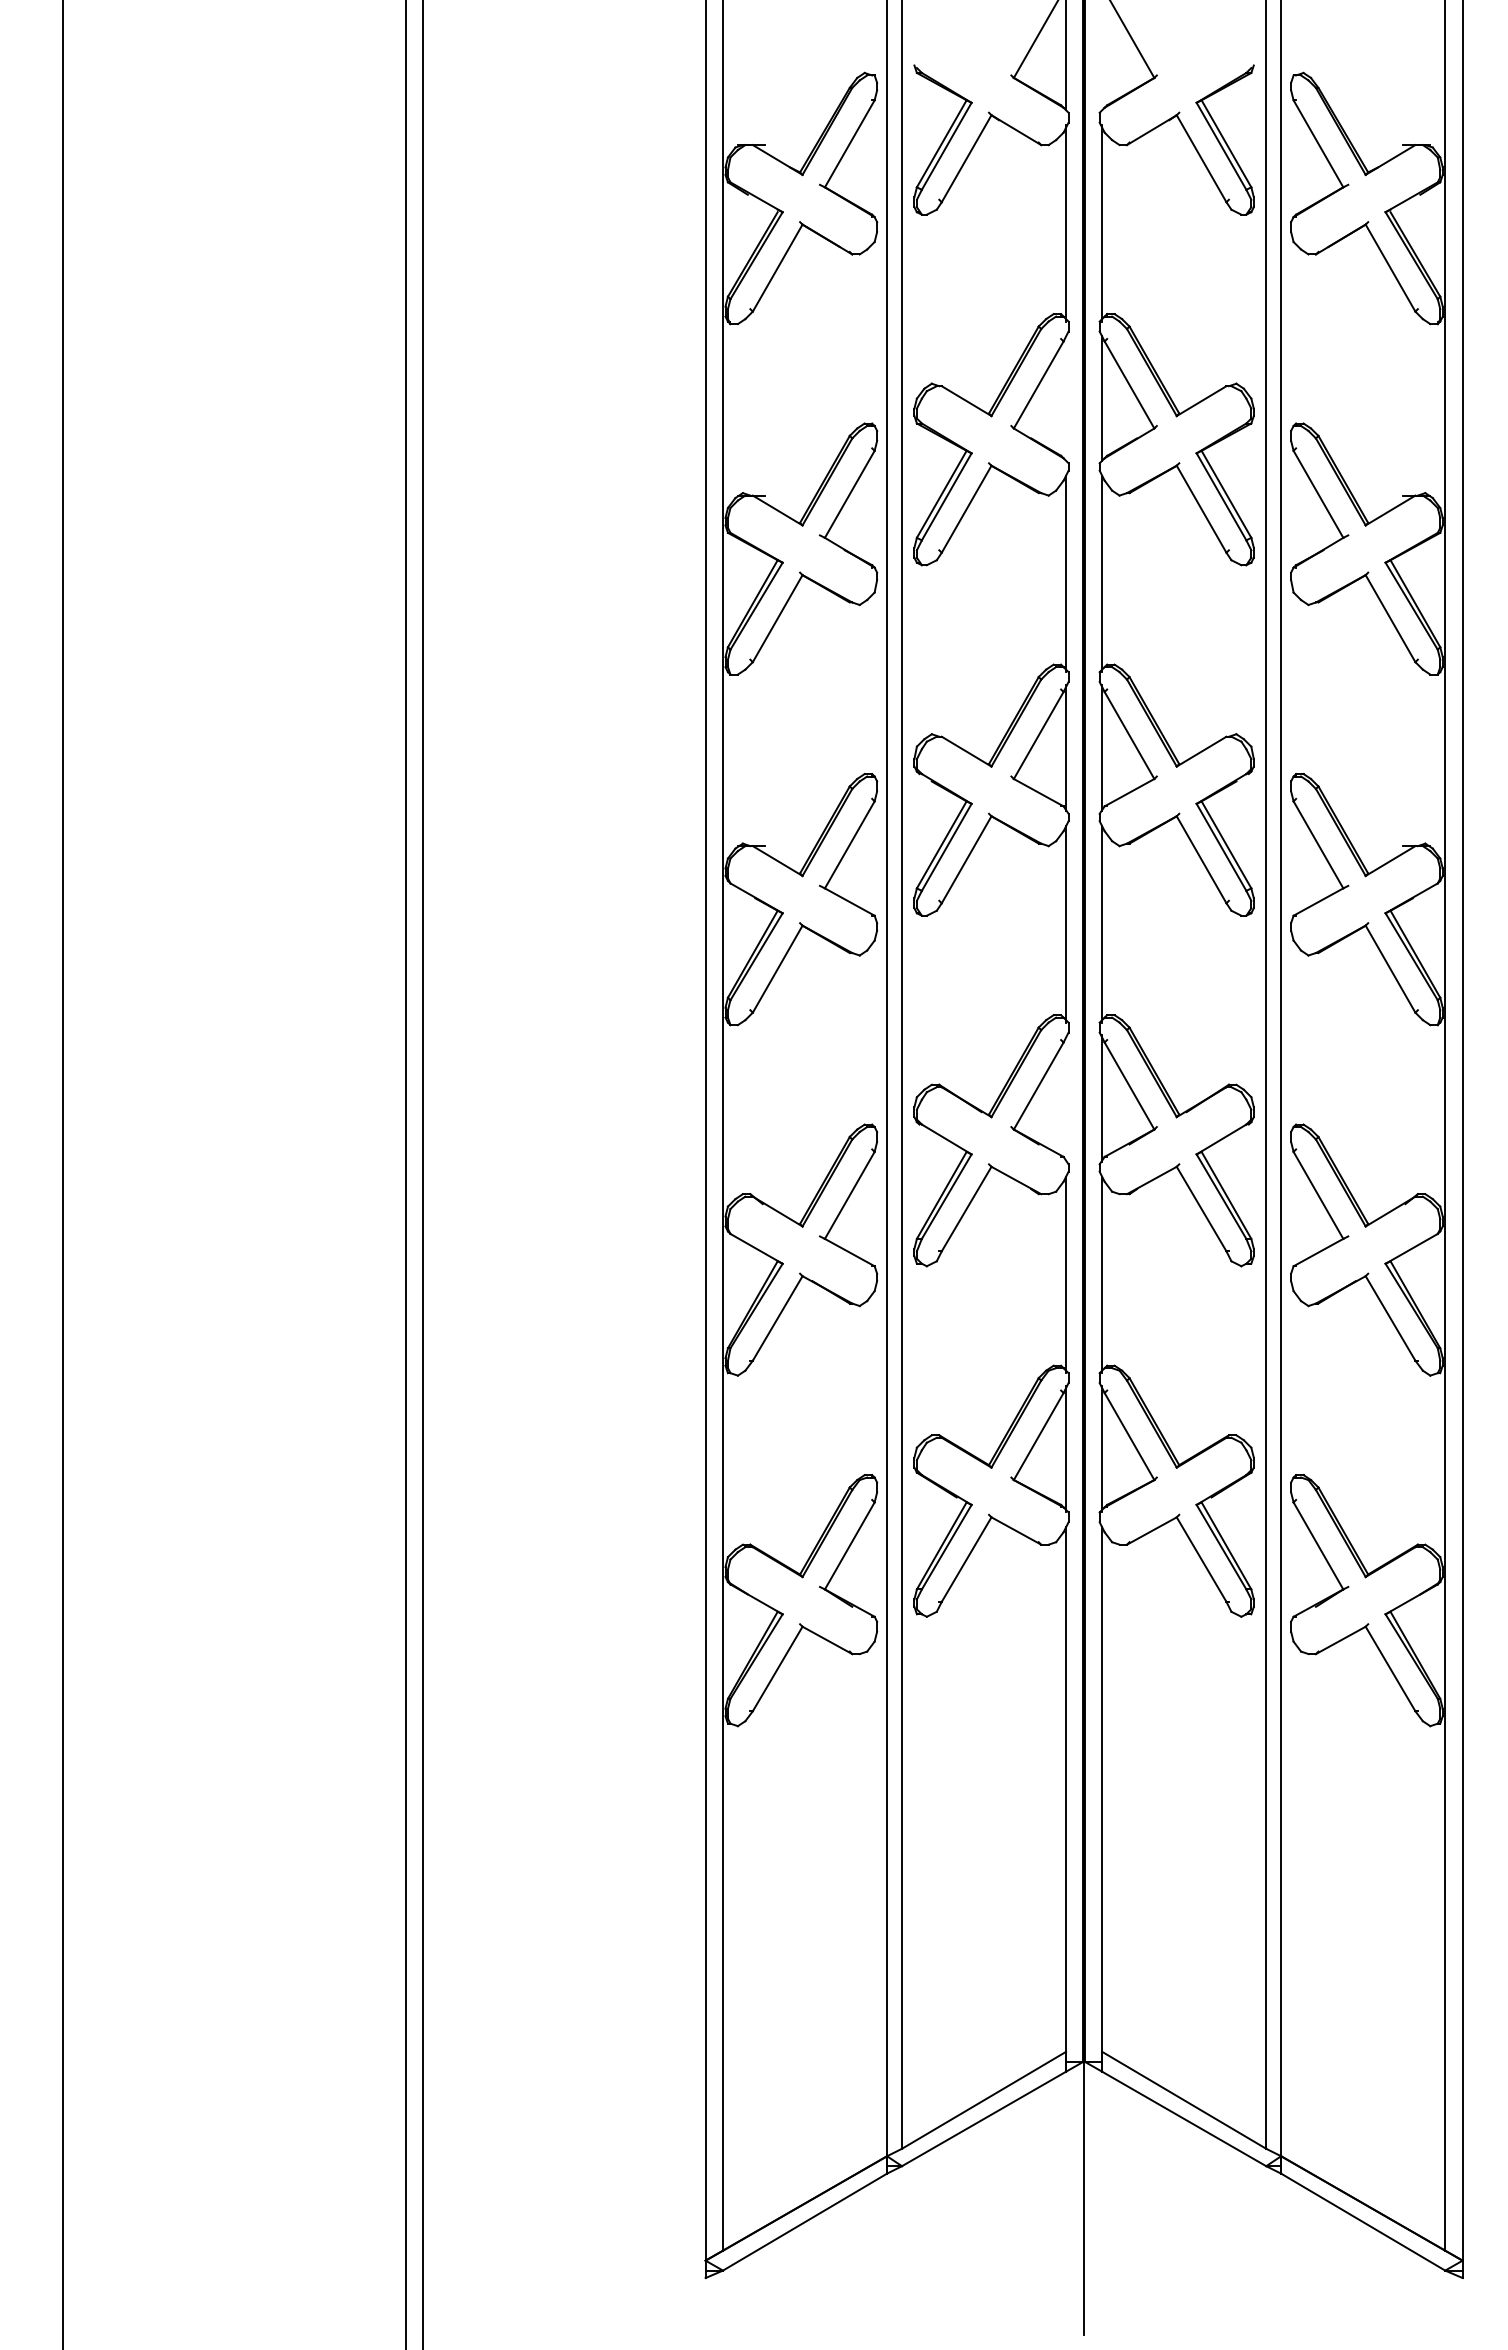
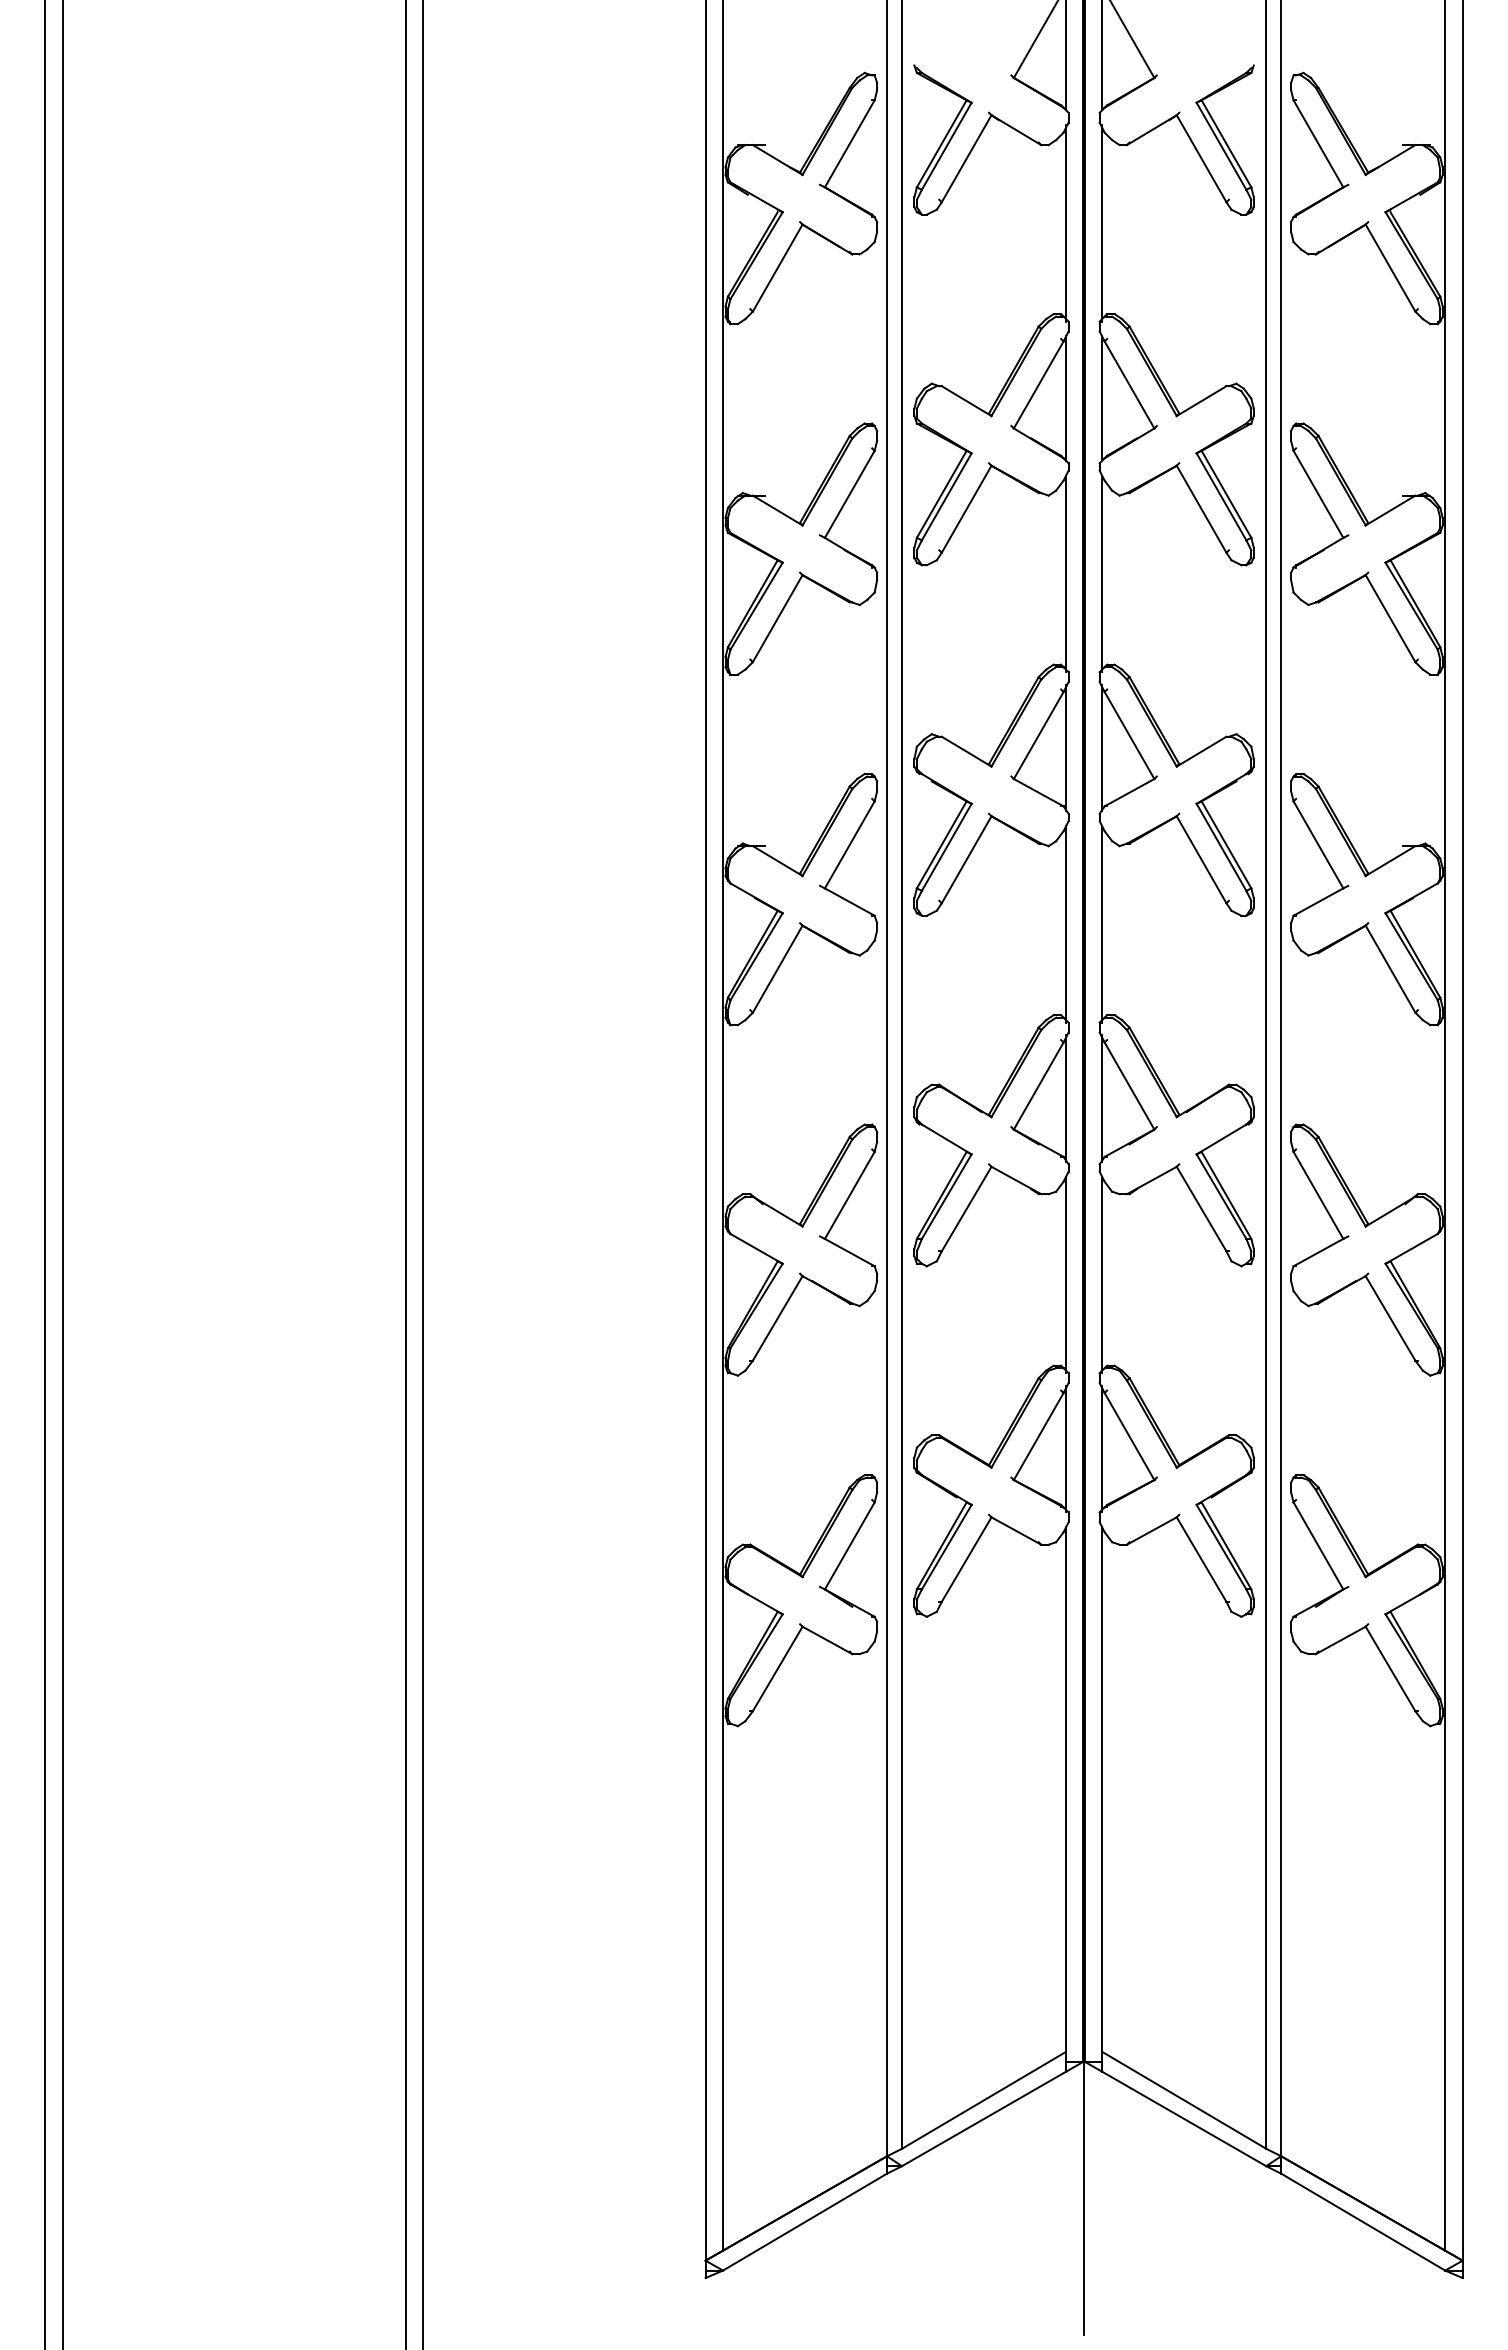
line at (1102, 56): none -> present
line at (1066, 398): none -> present
line at (1066, 1098): none -> present
line at (45, 1174): none -> present
